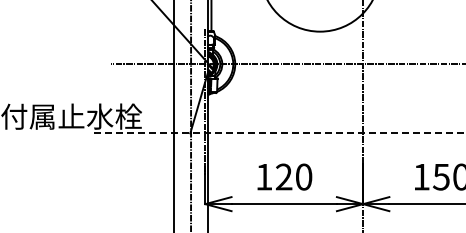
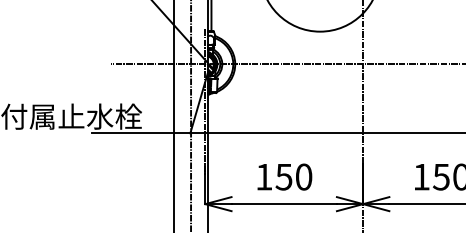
line at (279, 133): dashed -> solid
text at (283, 176): 120 -> 150
